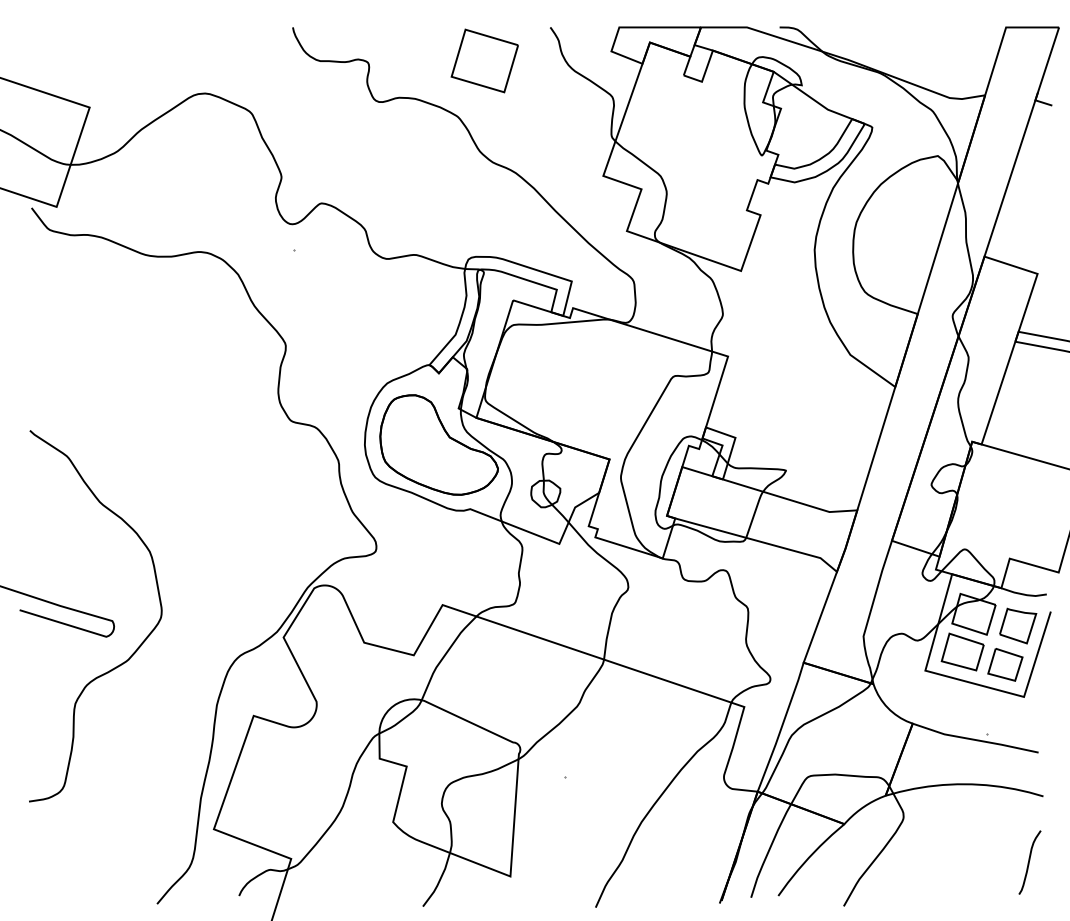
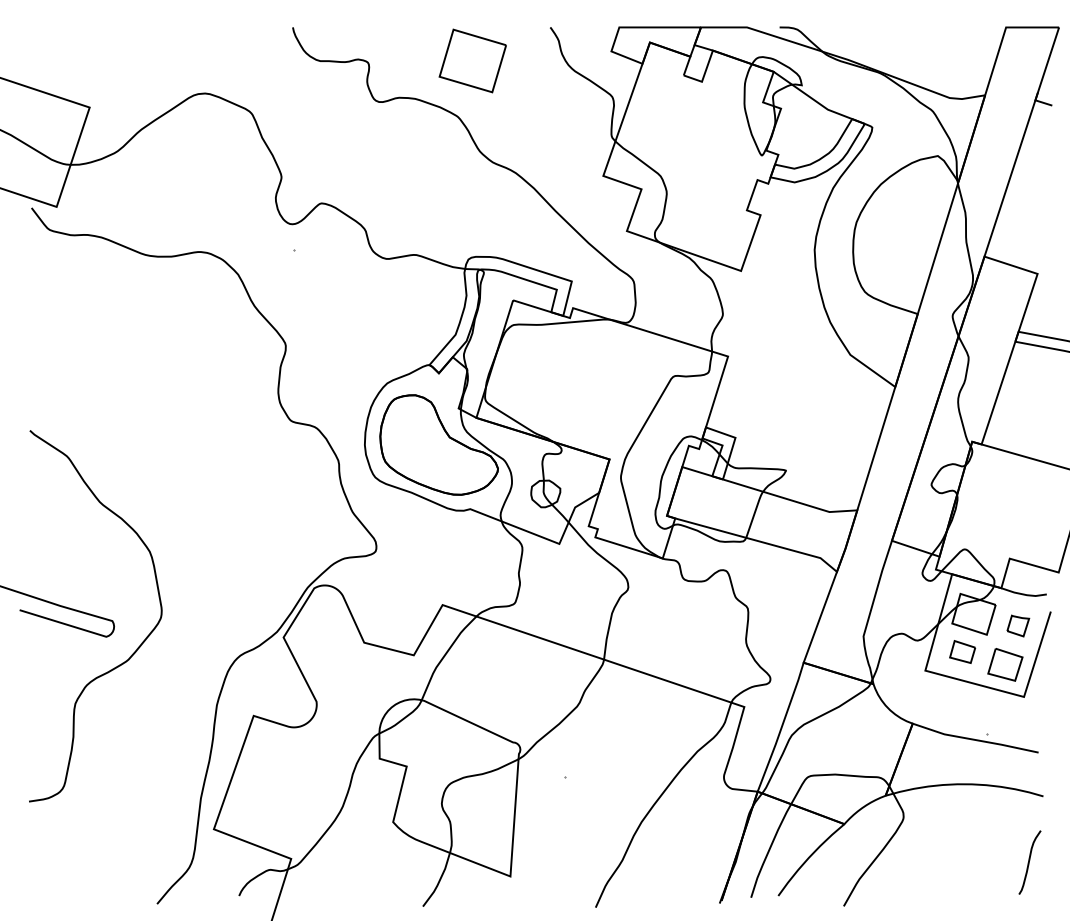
part at (484, 60) position: (484, 60) -> (472, 60)
part at (1018, 625) size: 39x38 px -> 25x24 px
part at (962, 651) size: 45x40 px -> 28x24 px
